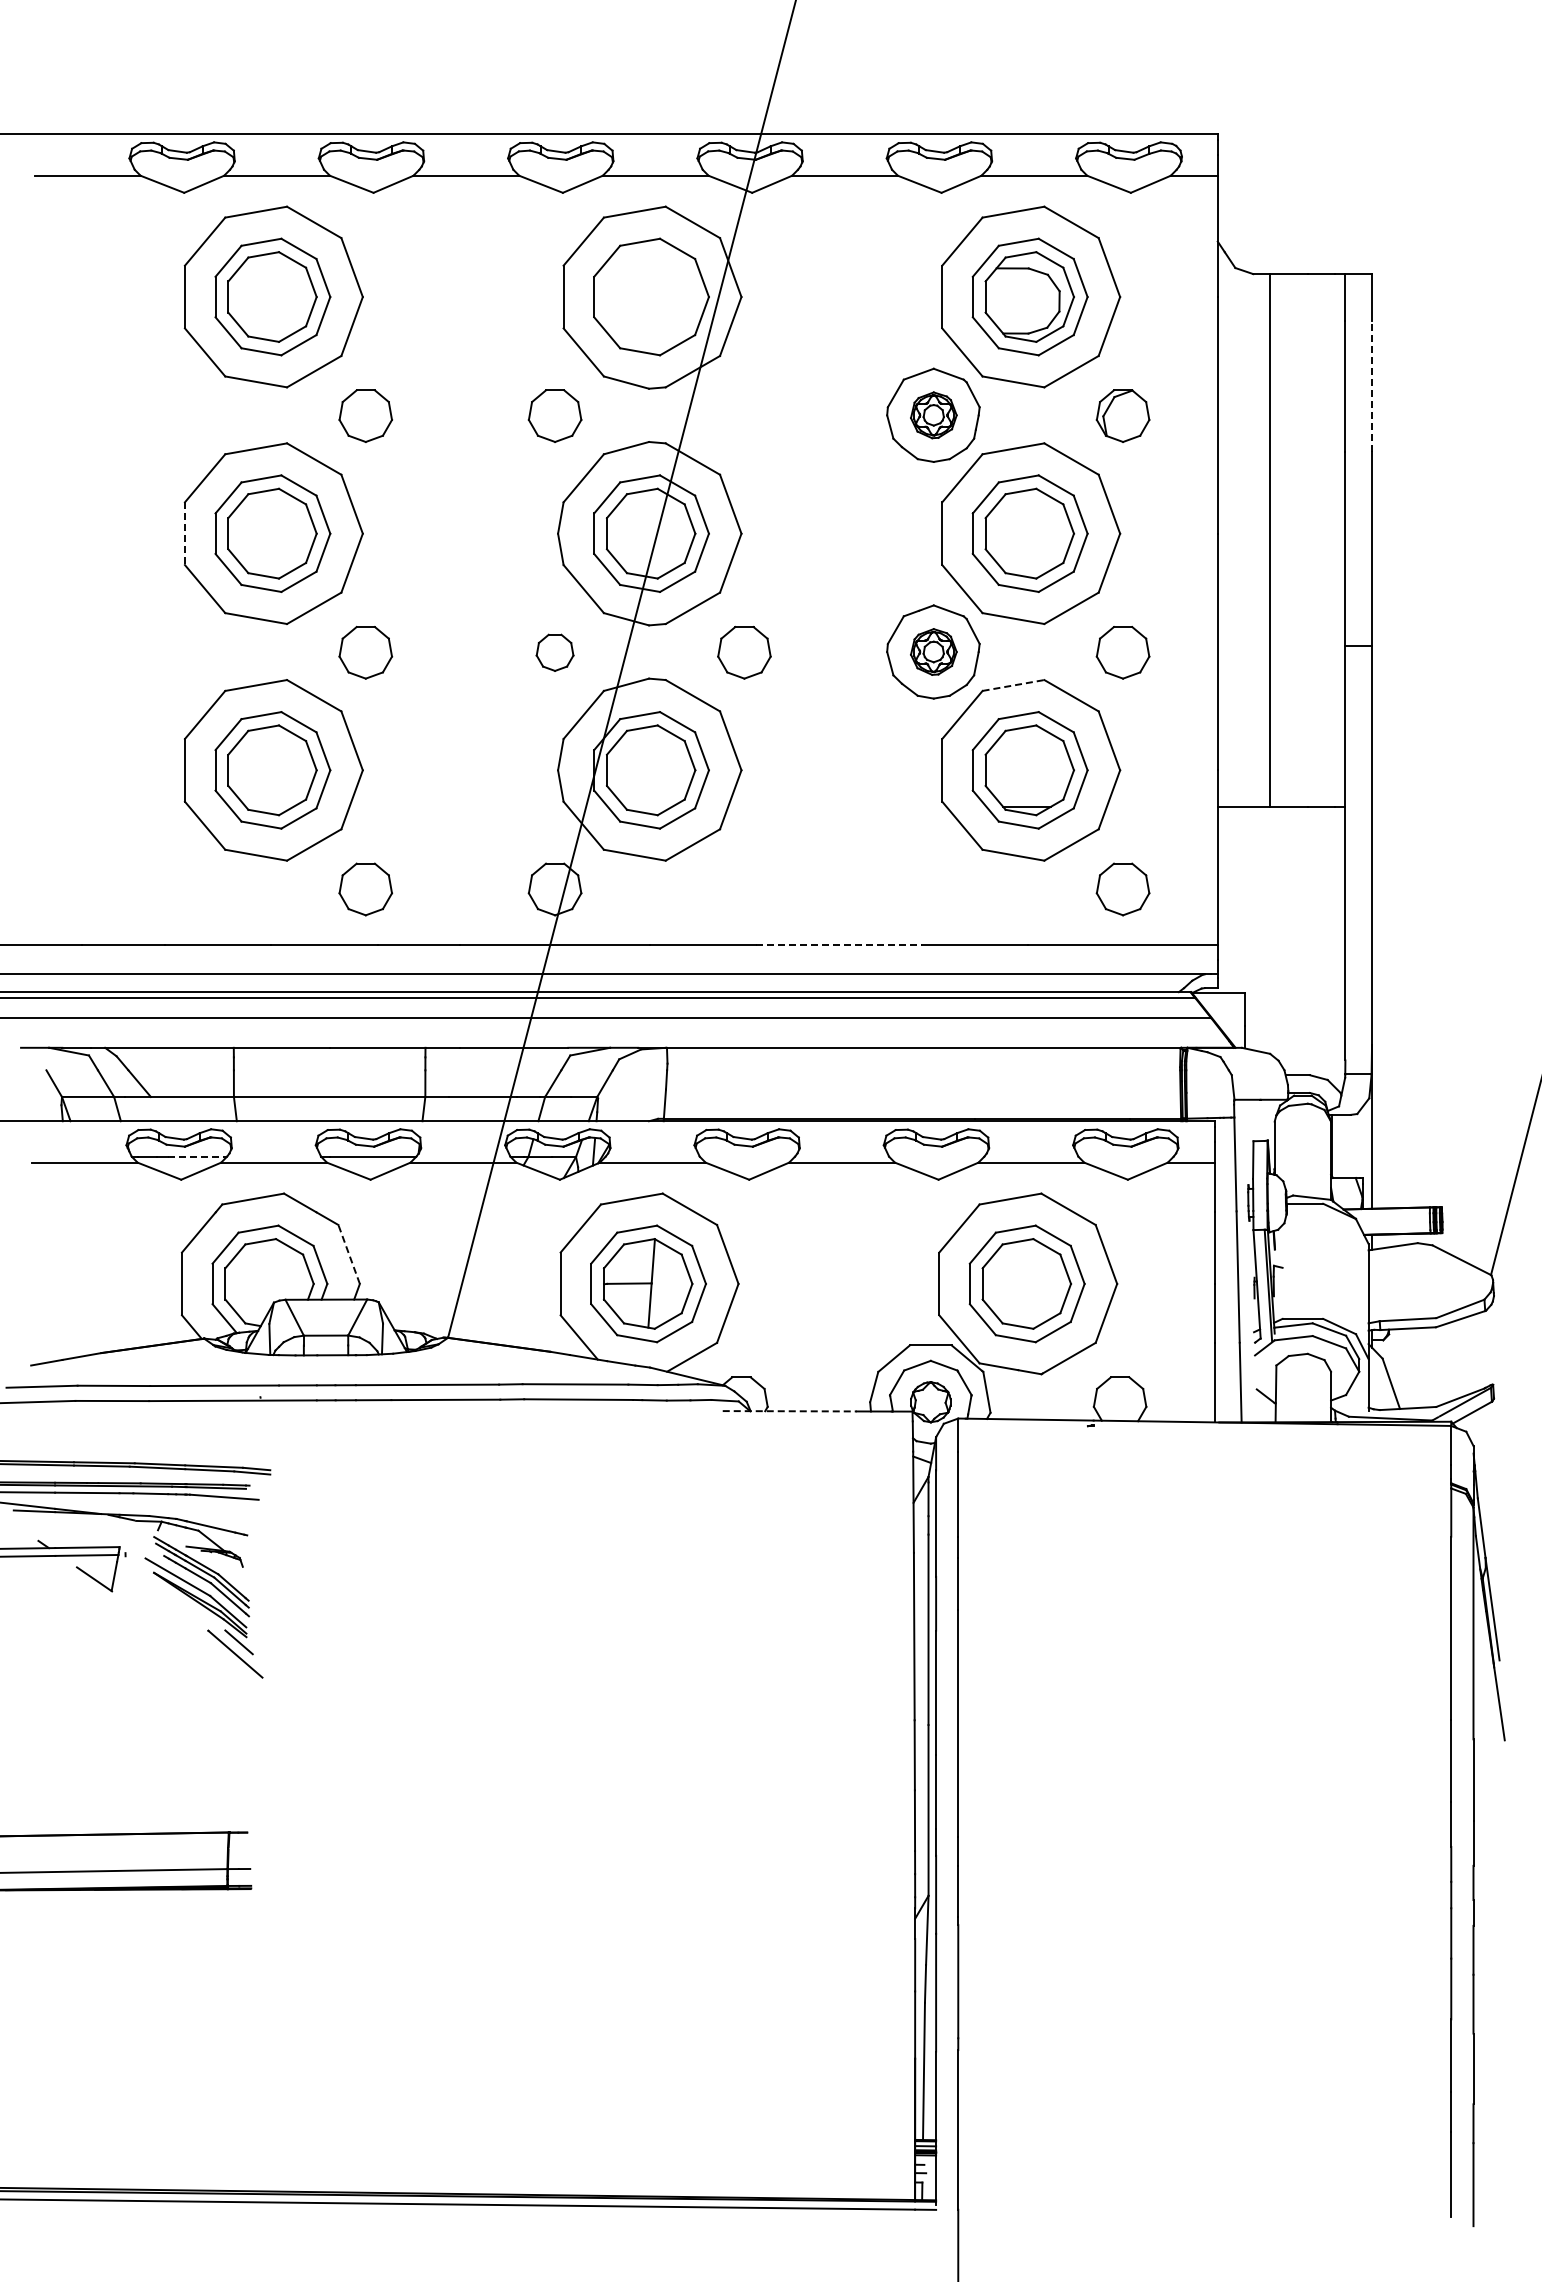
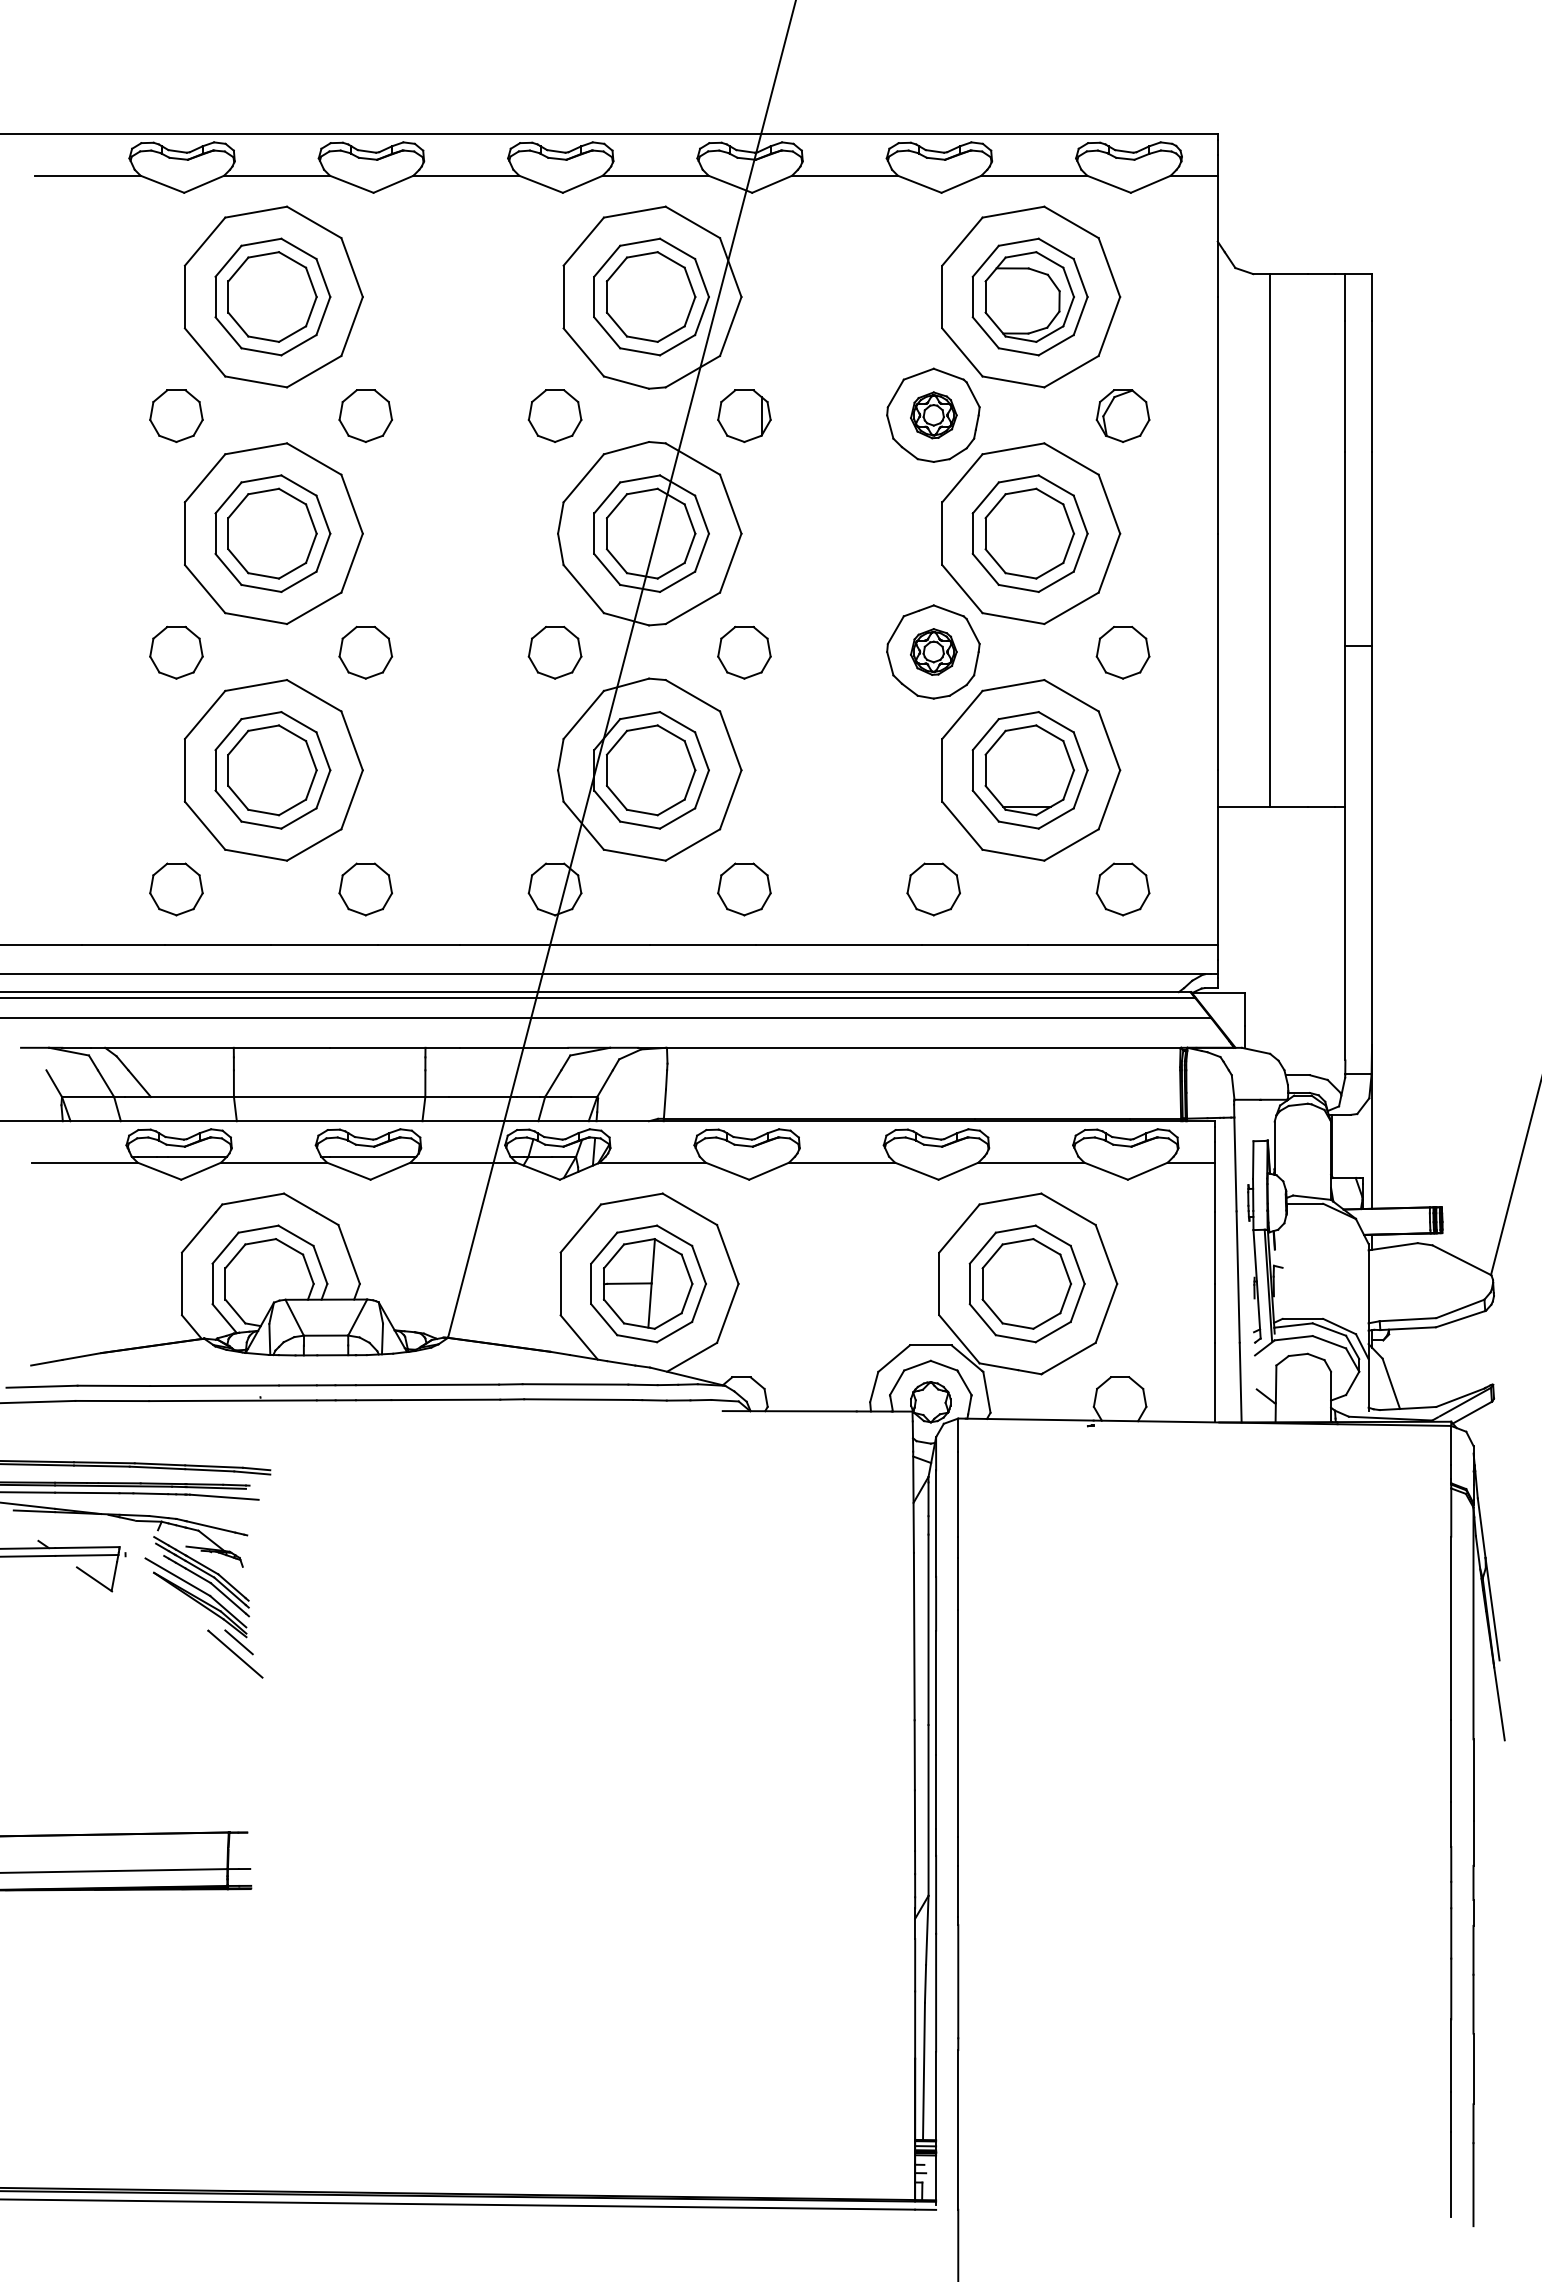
part at (650, 296): none -> present
line at (1372, 386): dashed -> solid
part at (176, 415): none -> present
part at (744, 415): none -> present
line at (184, 534): dashed -> solid
part at (176, 652): none -> present
part at (554, 652) size: 40x39 px -> 56x54 px
line at (1013, 685): dashed -> solid
part at (176, 889): none -> present
part at (744, 889): none -> present
part at (933, 889): none -> present
line at (839, 944): dashed -> solid
line at (197, 1157): dashed -> solid
line at (348, 1254): dashed -> solid
line at (789, 1411): dashed -> solid
